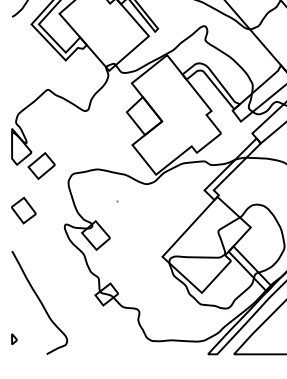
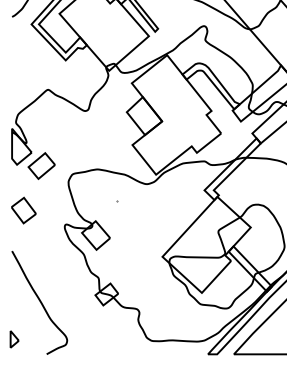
part at (14, 338) size: 7x12 px -> 11x19 px
